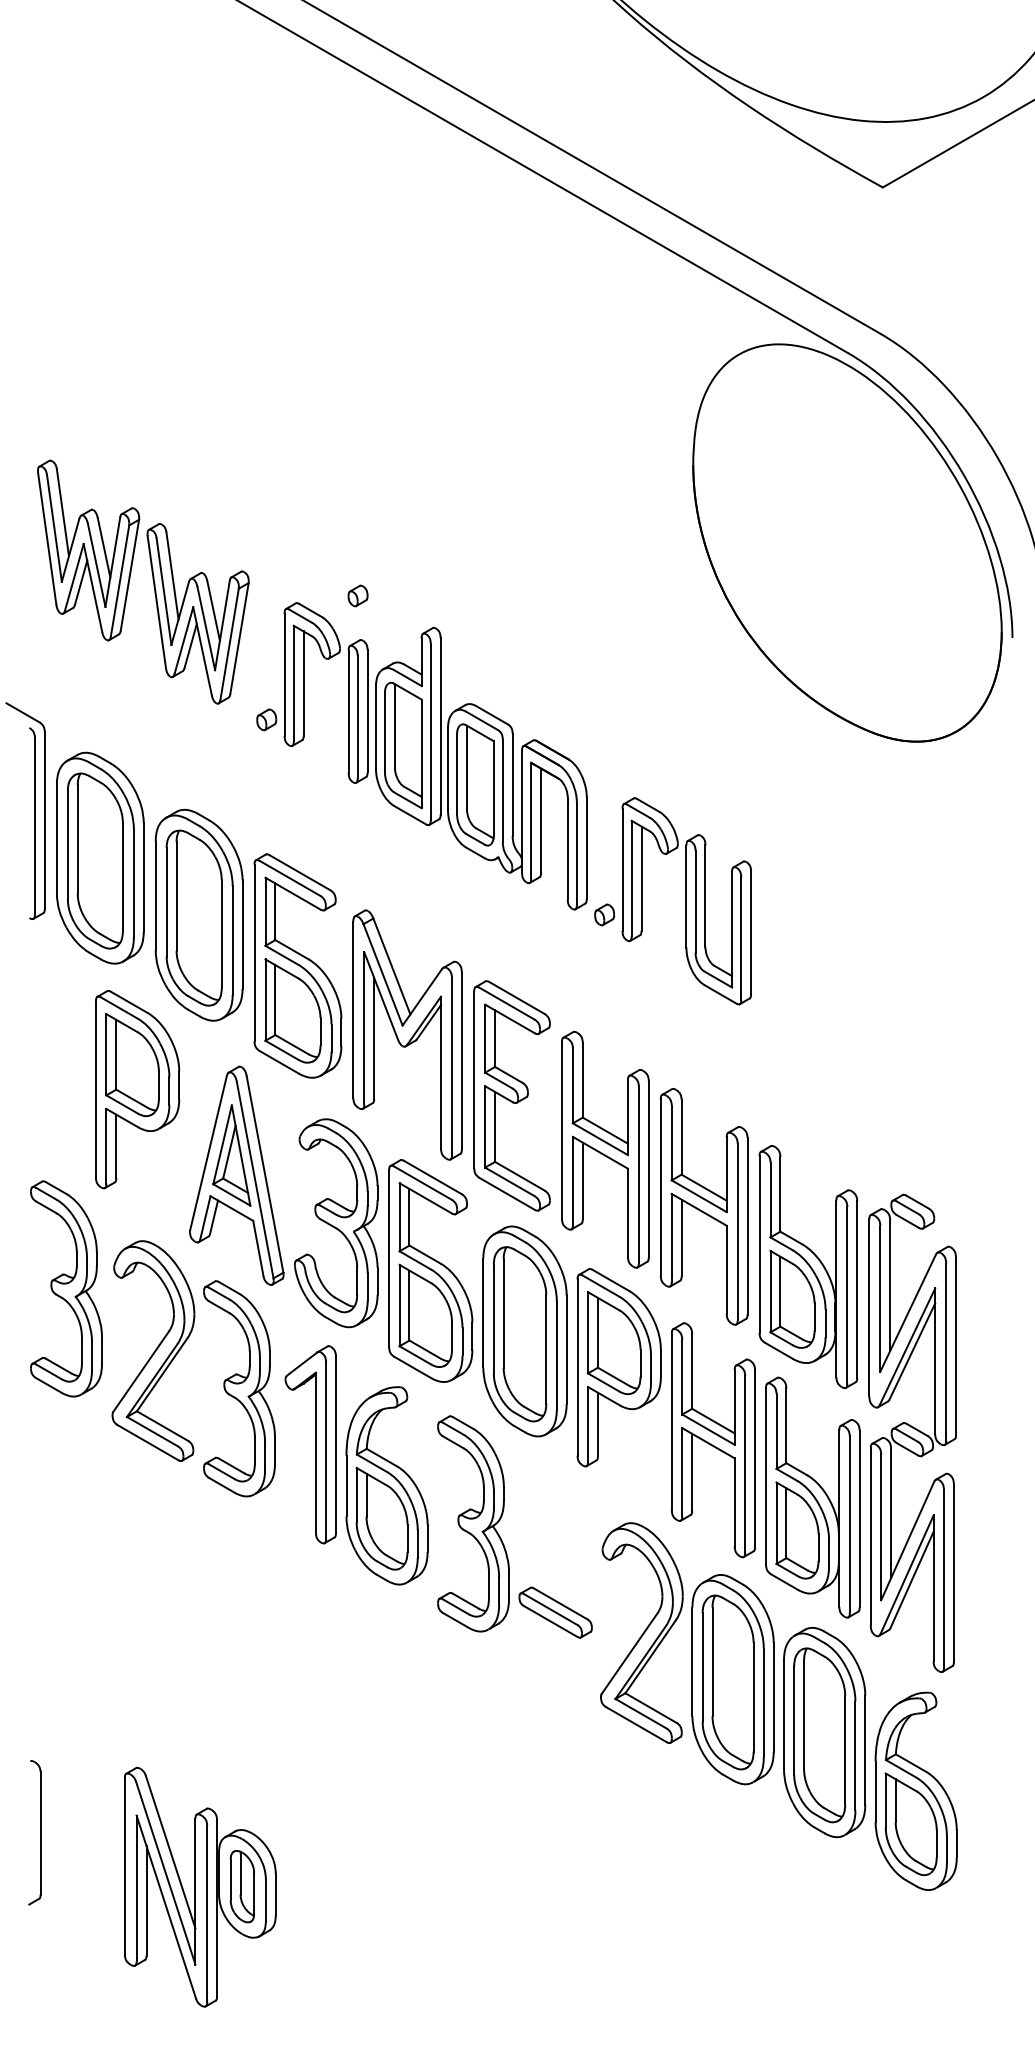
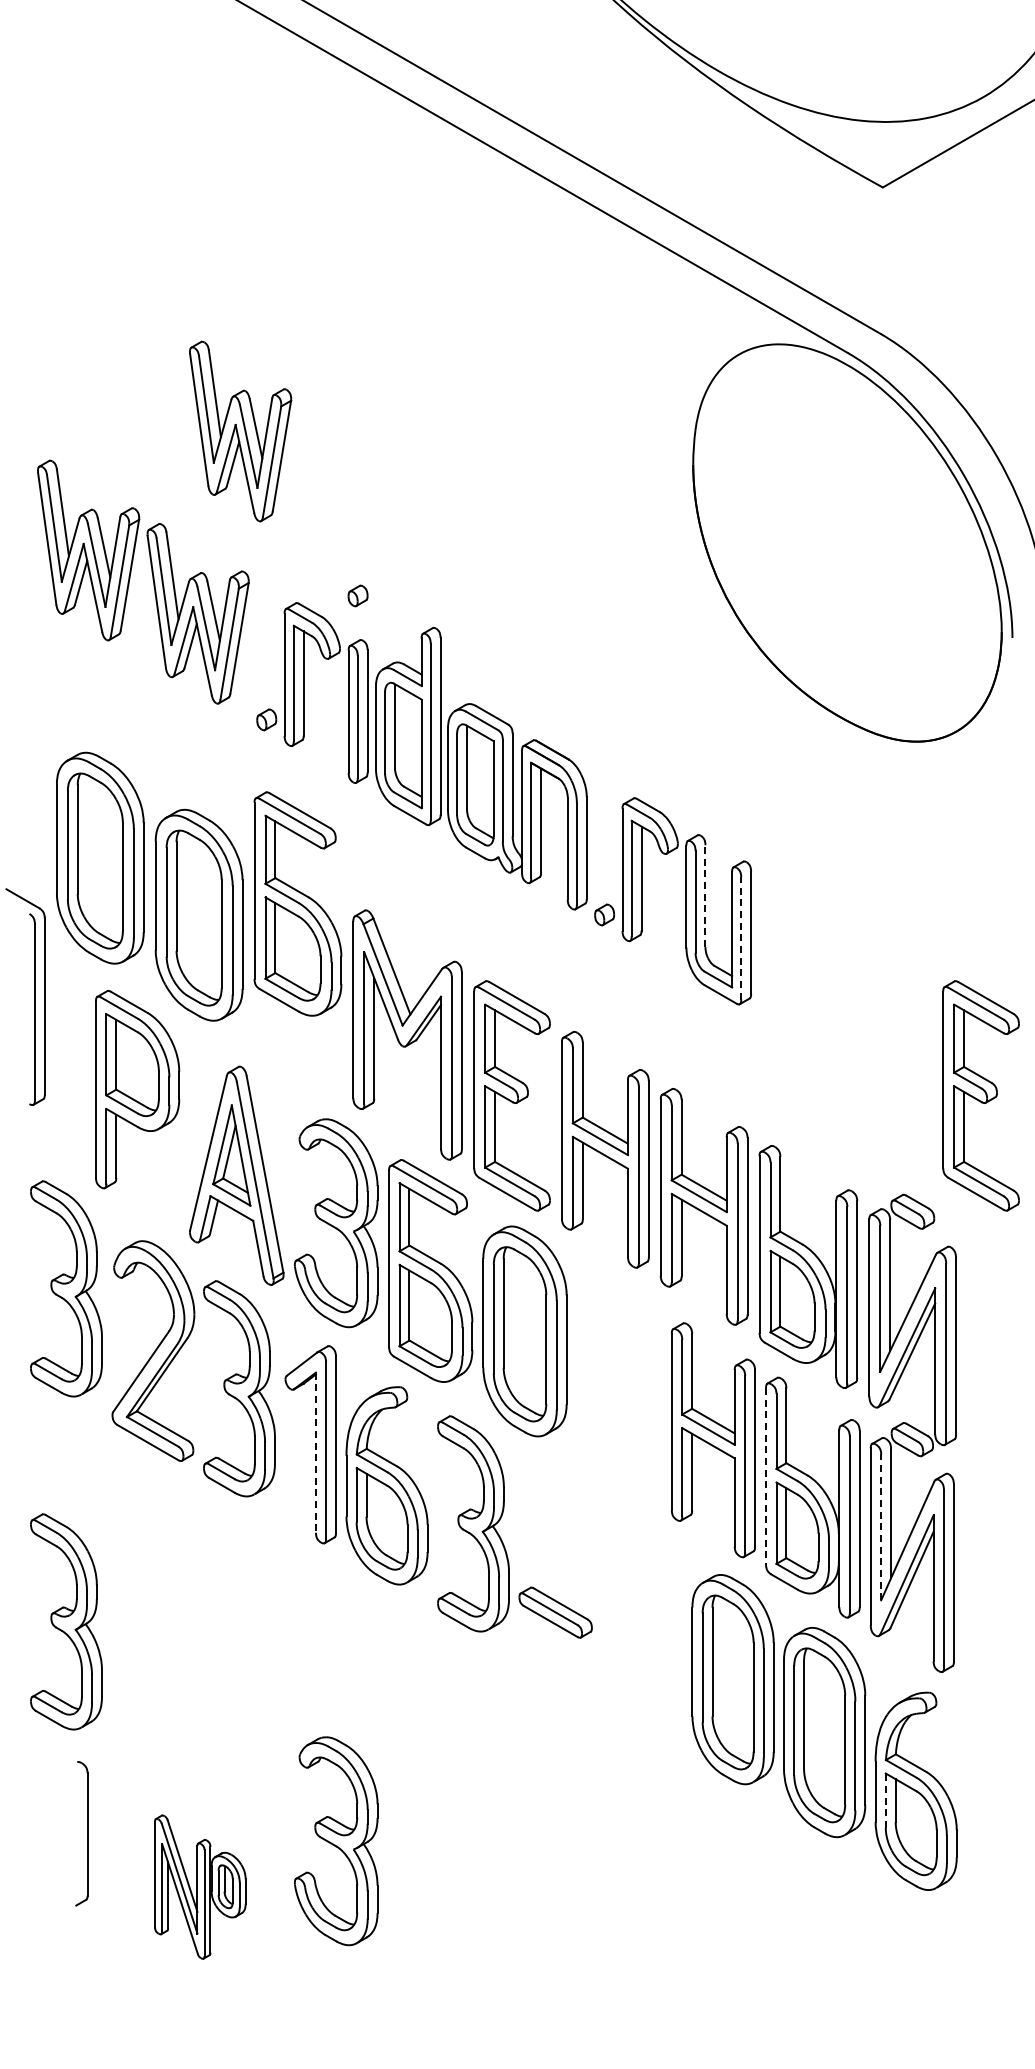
part at (240, 431): none -> present
part at (34, 810) position: (34, 810) -> (34, 996)
line at (705, 896): solid -> dashed
line at (741, 937): solid -> dashed
part at (297, 965) position: (297, 965) -> (297, 903)
part at (980, 1095): none -> present
part at (618, 1367): present -> none
line at (315, 1453): solid -> dashed
line at (766, 1476): solid -> dashed
line at (881, 1527): solid -> dashed
part at (66, 1621): none -> present
part at (641, 1632): present -> none
line at (885, 1800): solid -> dashed
part at (34, 1832) position: (34, 1832) -> (81, 1833)
part at (336, 1841): none -> present
part at (200, 1886) size: 153x242 px -> 93x146 px
